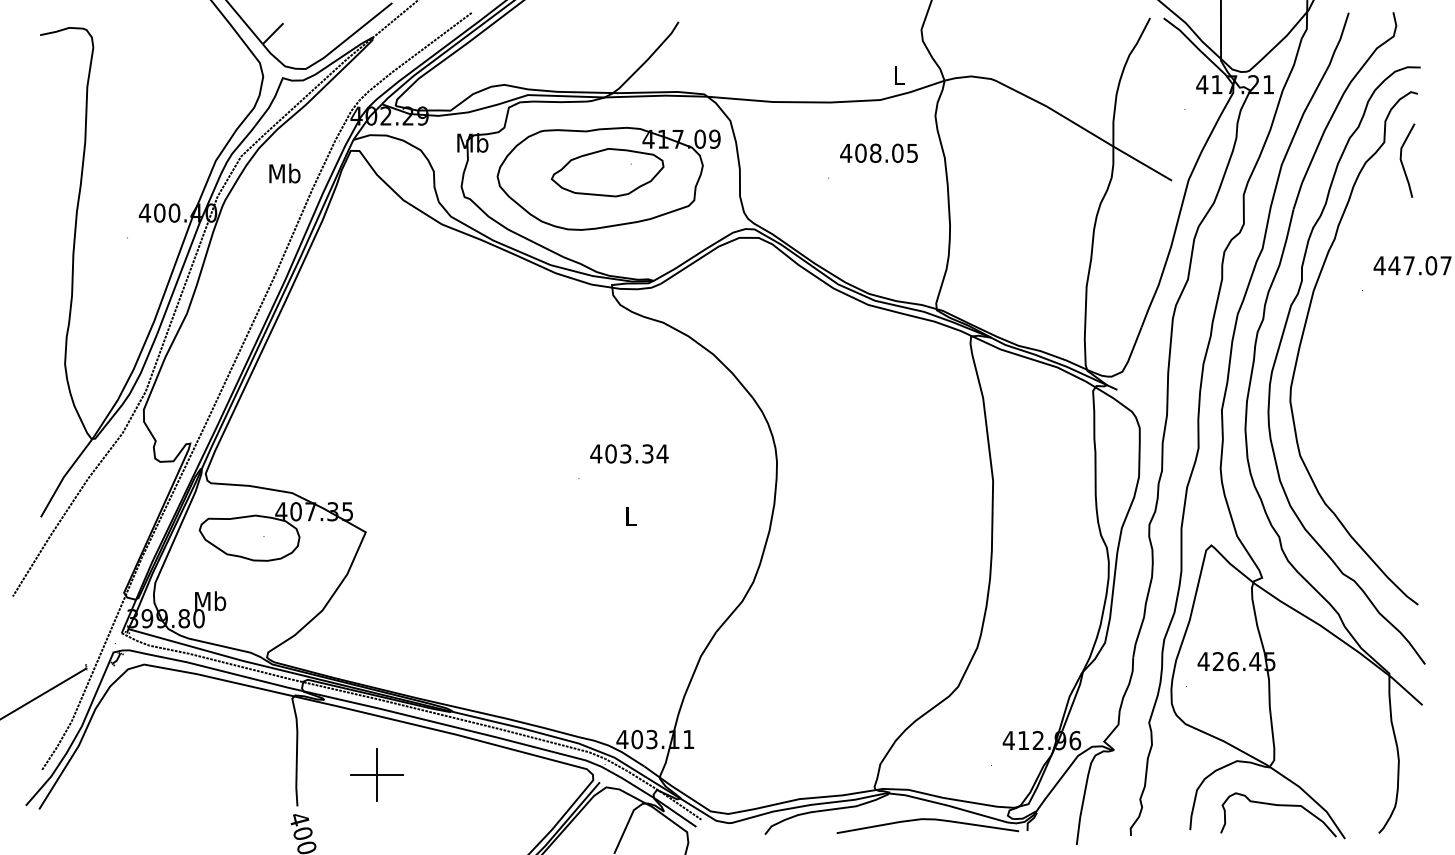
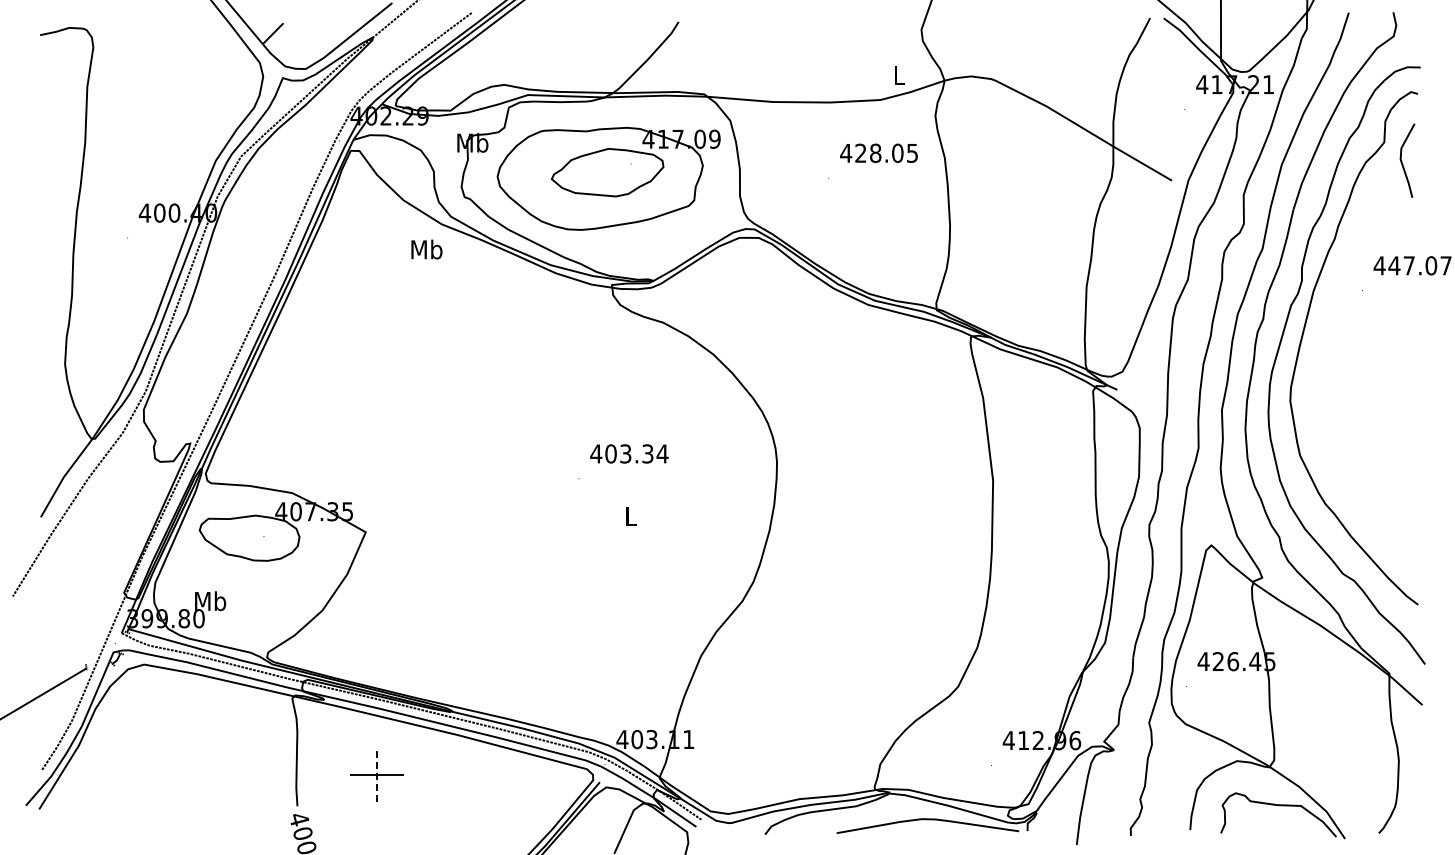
text at (860, 152): 408.05 -> 428.05
text at (284, 173) position: (284, 173) -> (426, 249)
line at (376, 774): solid -> dashed
